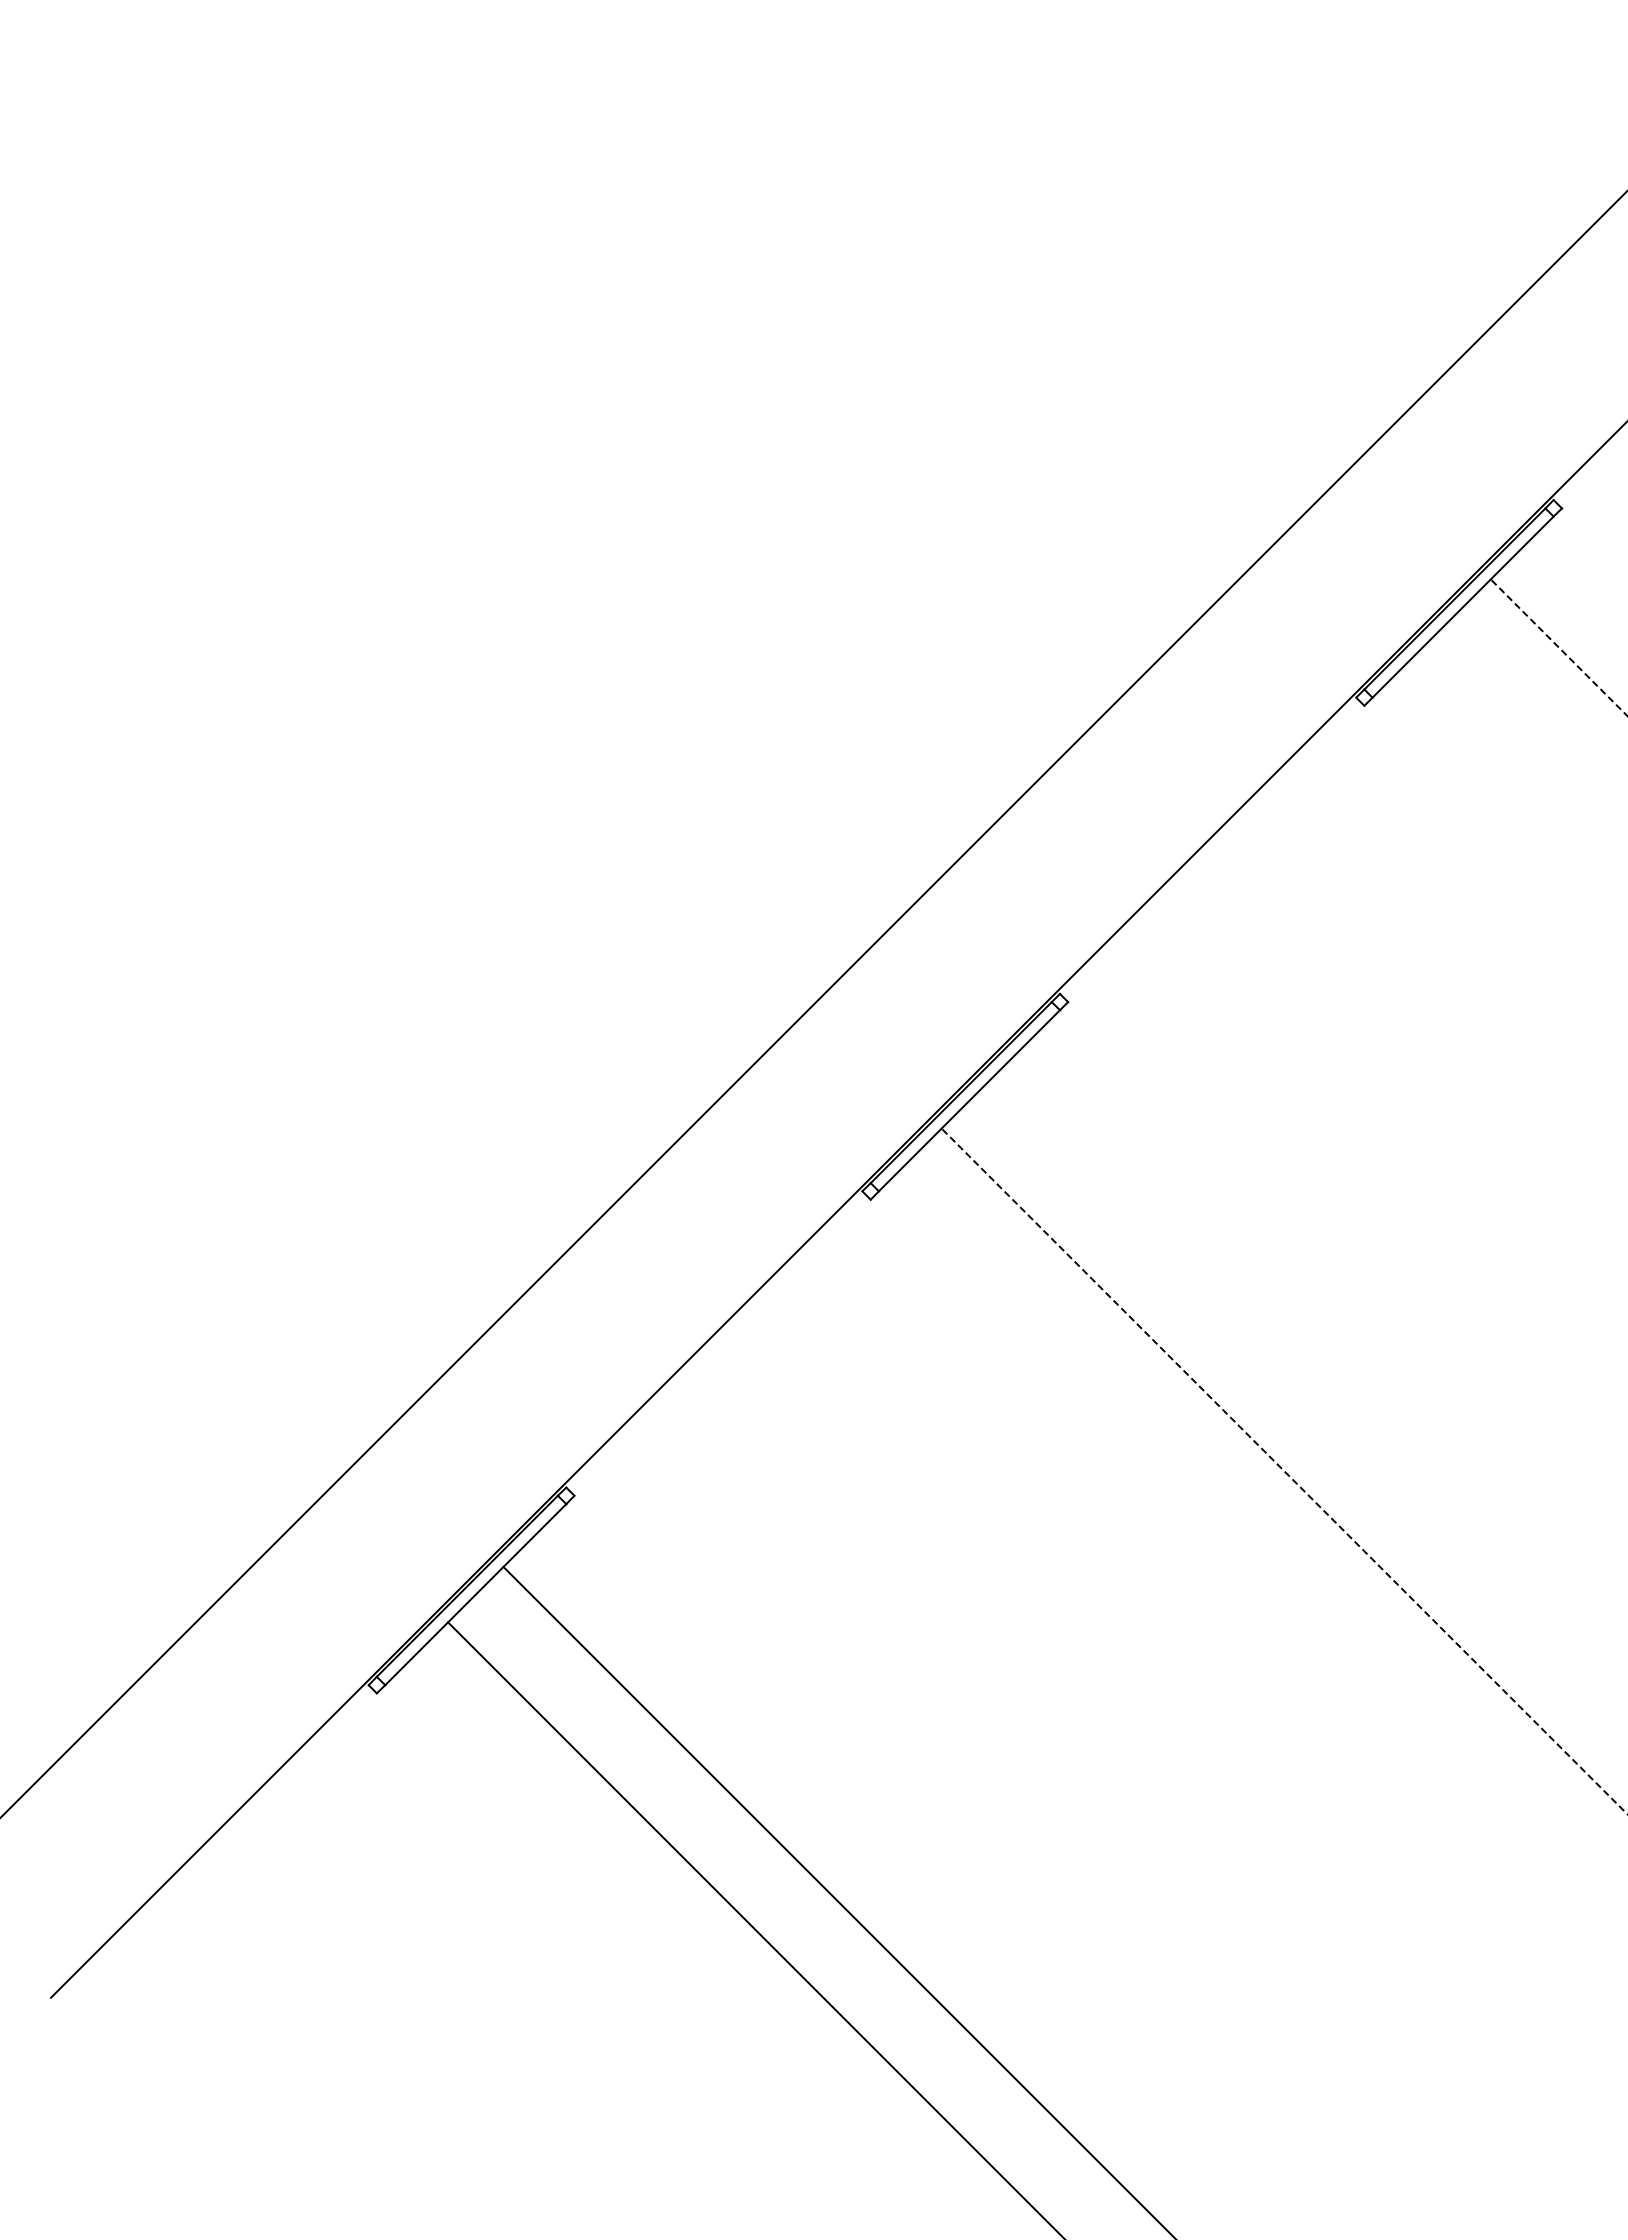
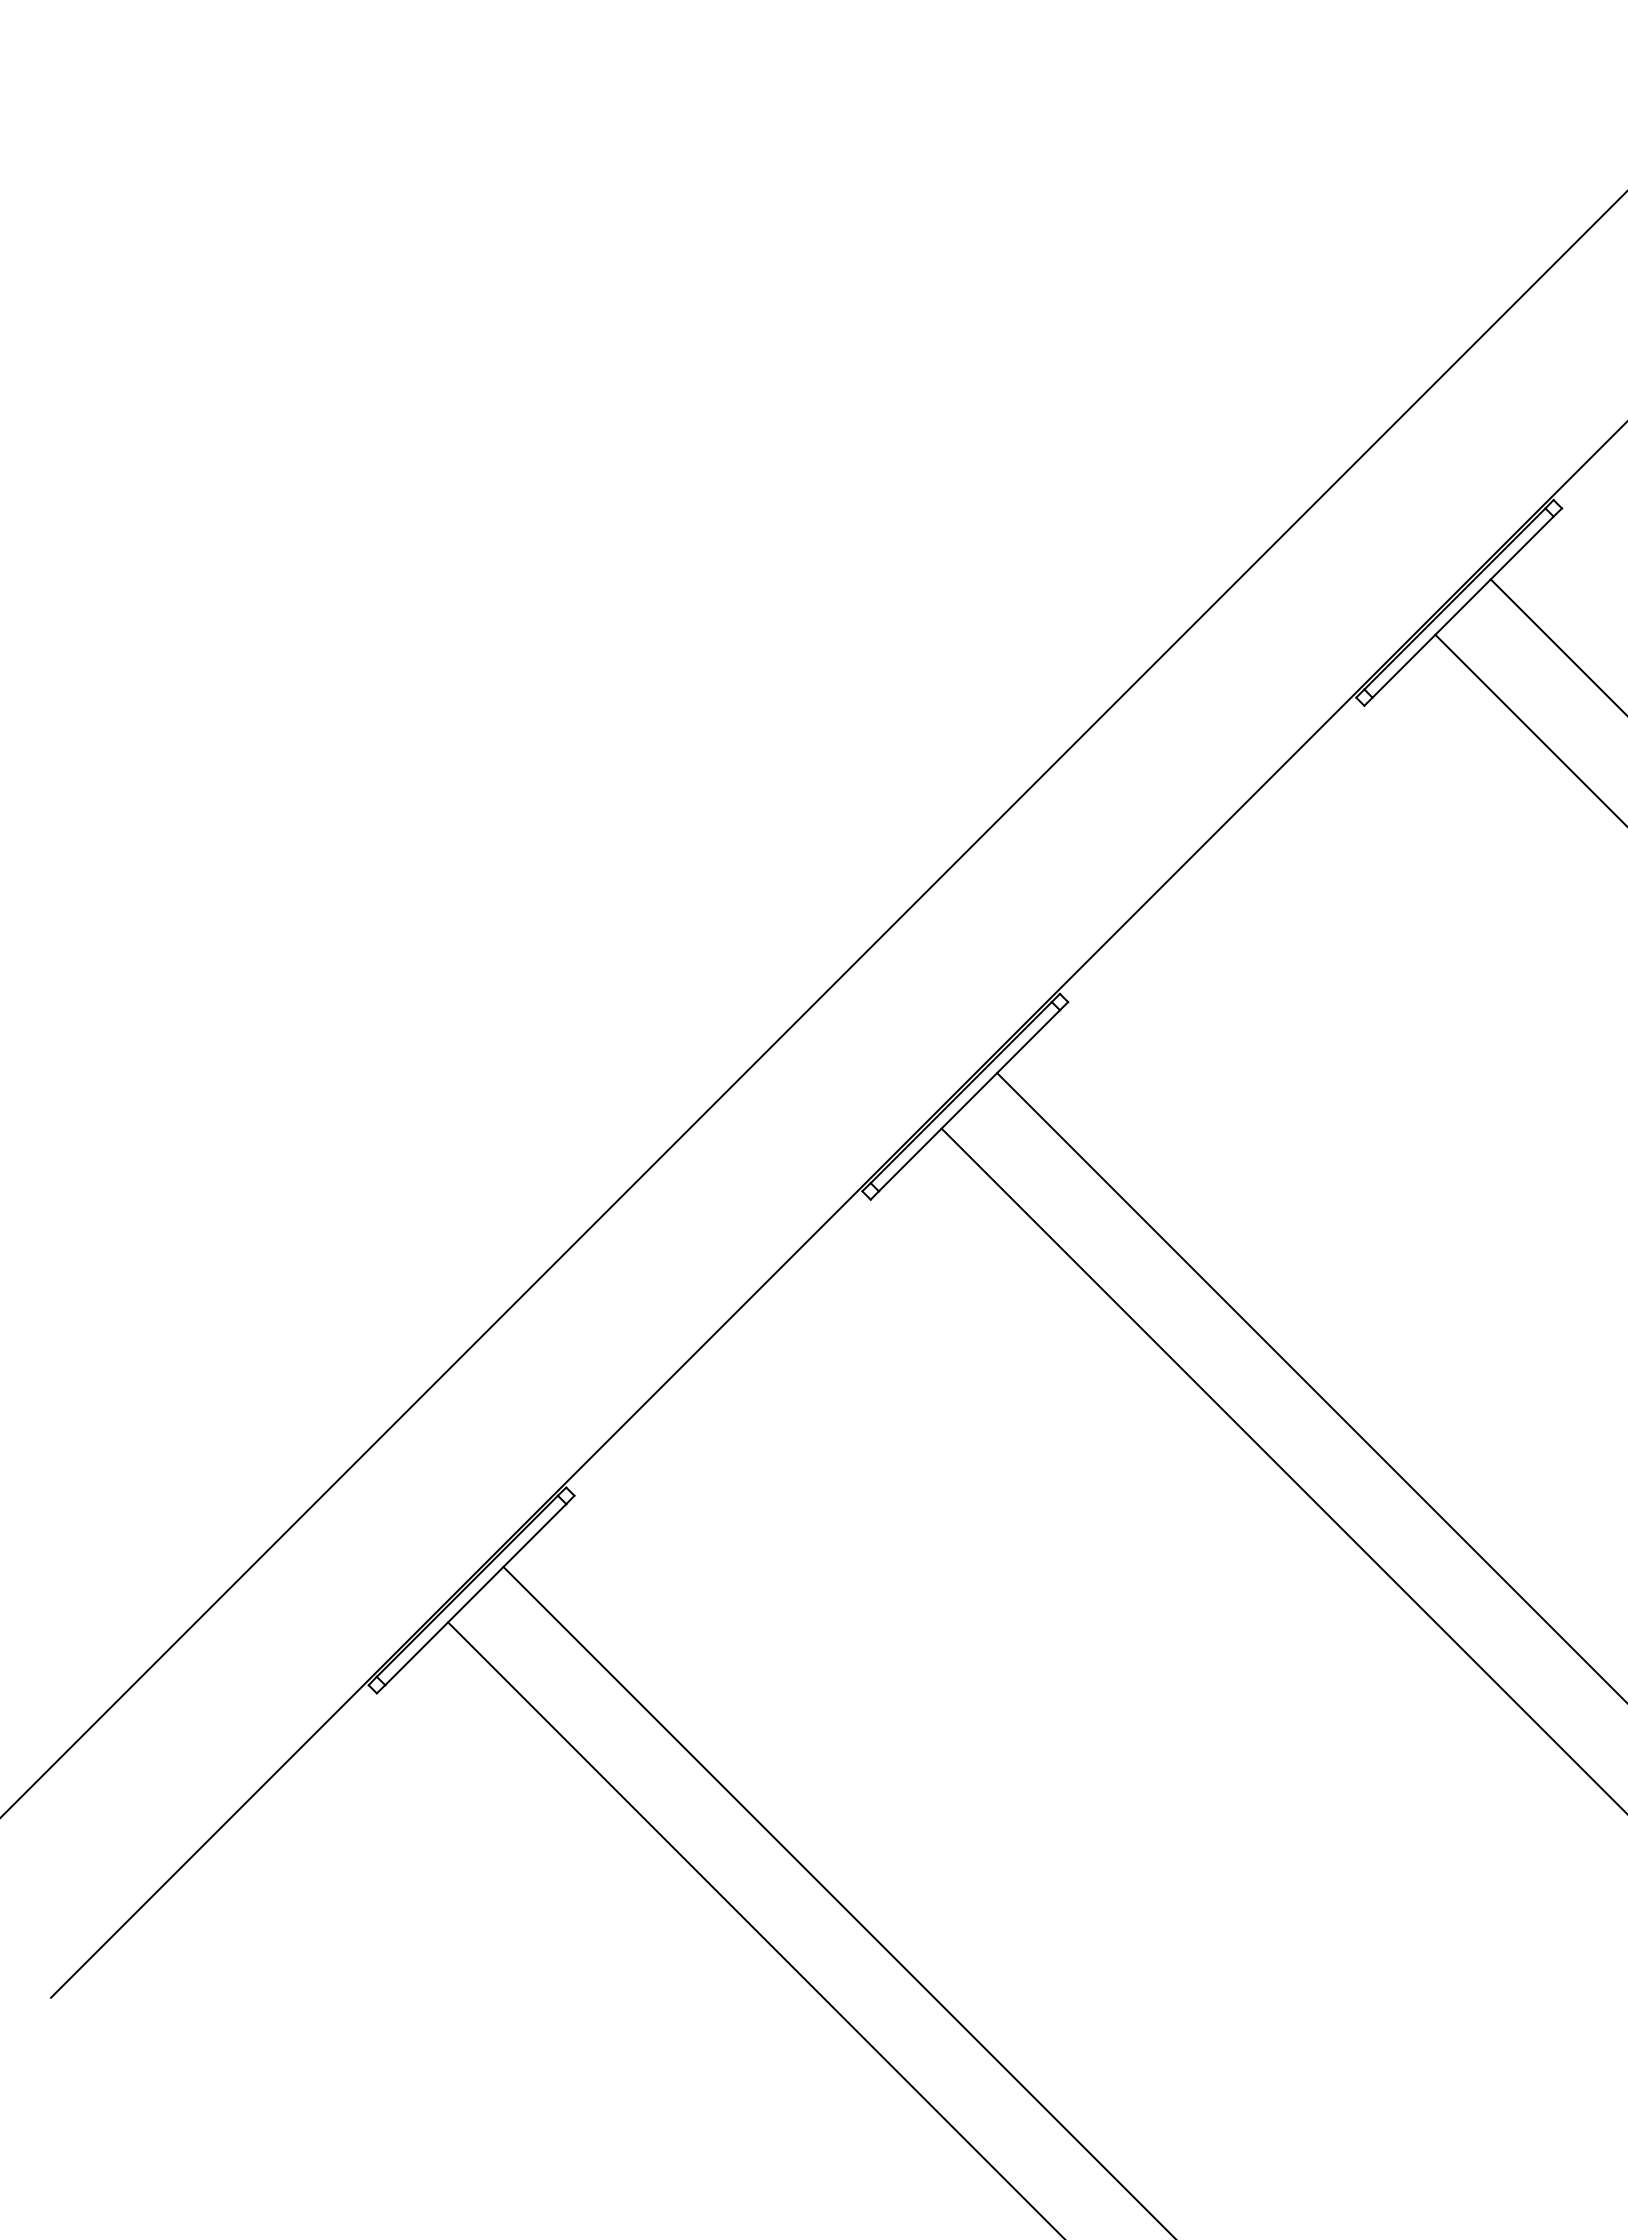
line at (1559, 647): dashed -> solid
line at (1529, 729): none -> present
line at (1310, 1386): none -> present
line at (1284, 1471): dashed -> solid
